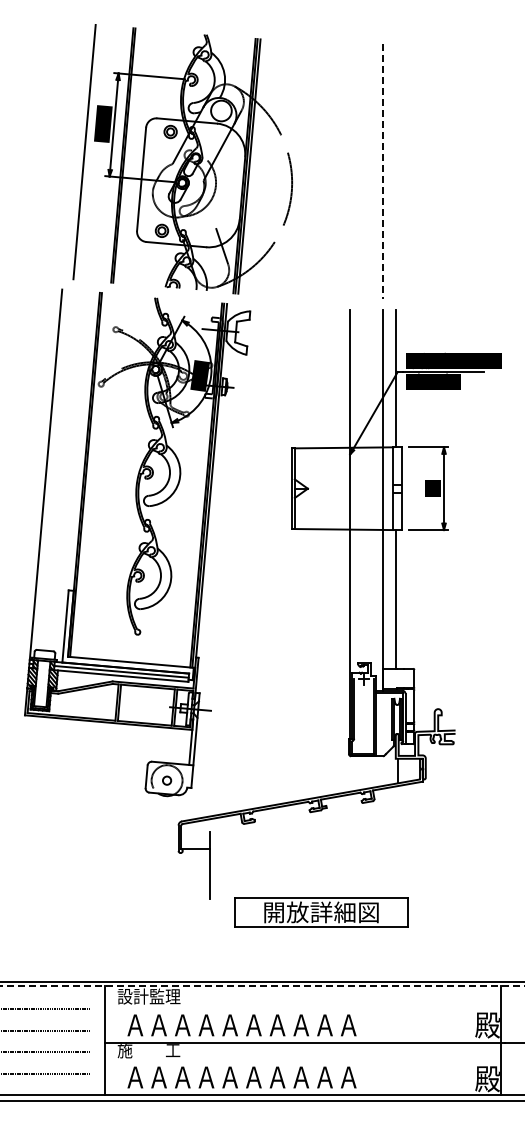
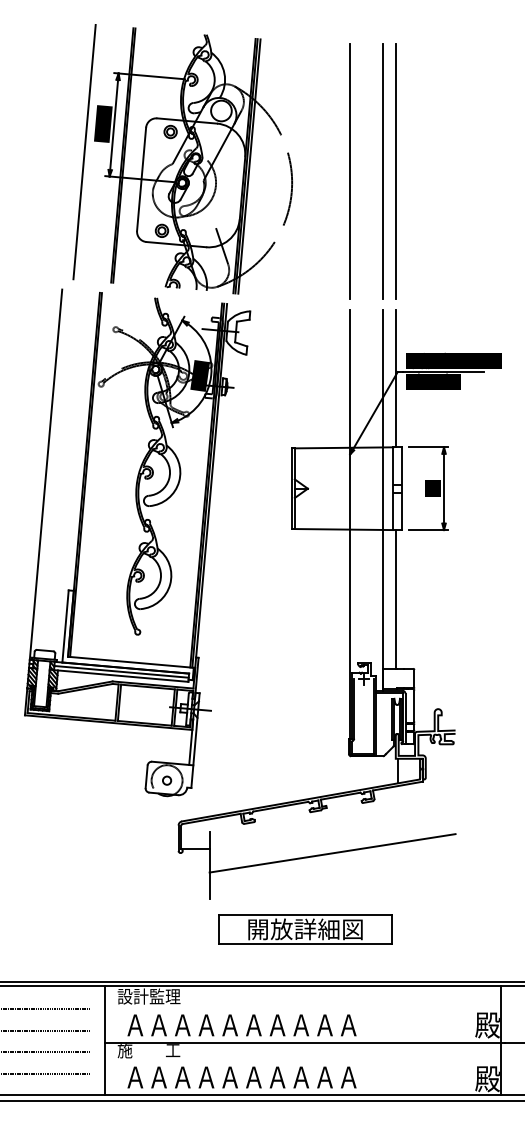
line at (349, 171): none -> present
line at (383, 171): dashed -> solid
line at (395, 171): none -> present
line at (332, 853): none -> present
part at (321, 912) position: (321, 912) -> (305, 929)
line at (262, 986): dashed -> solid
